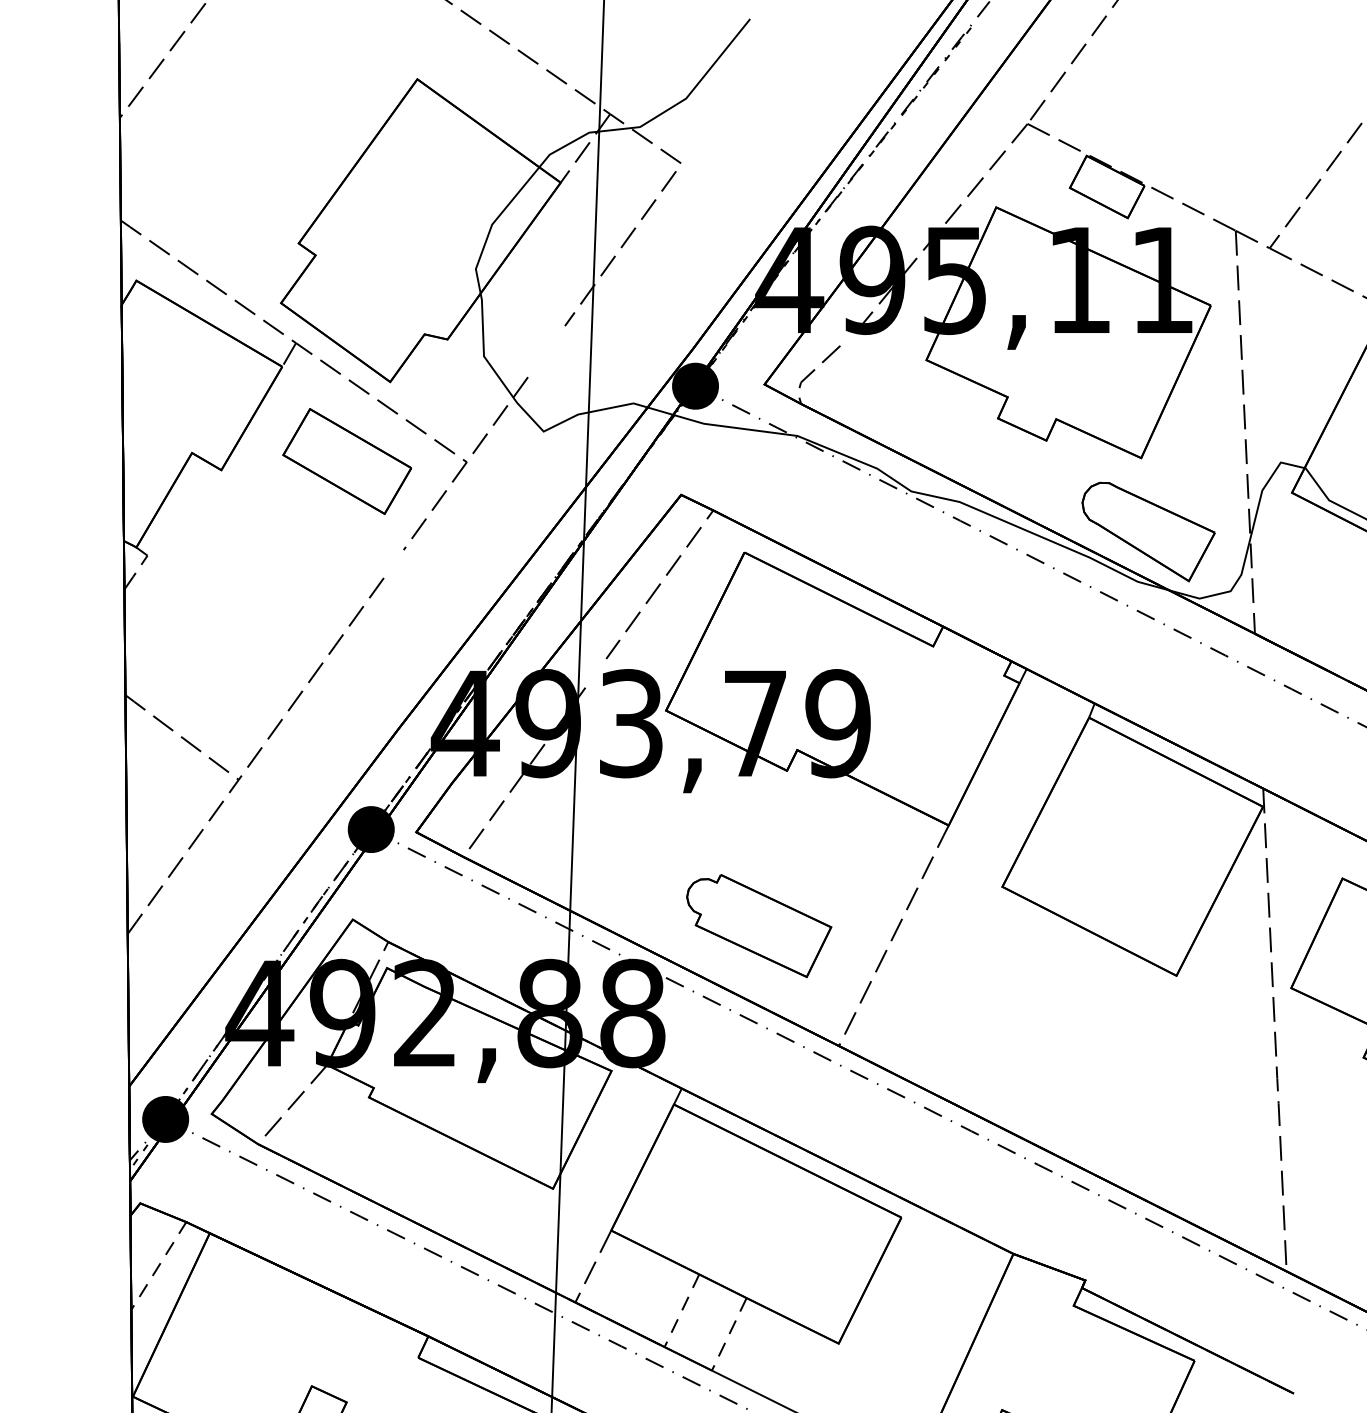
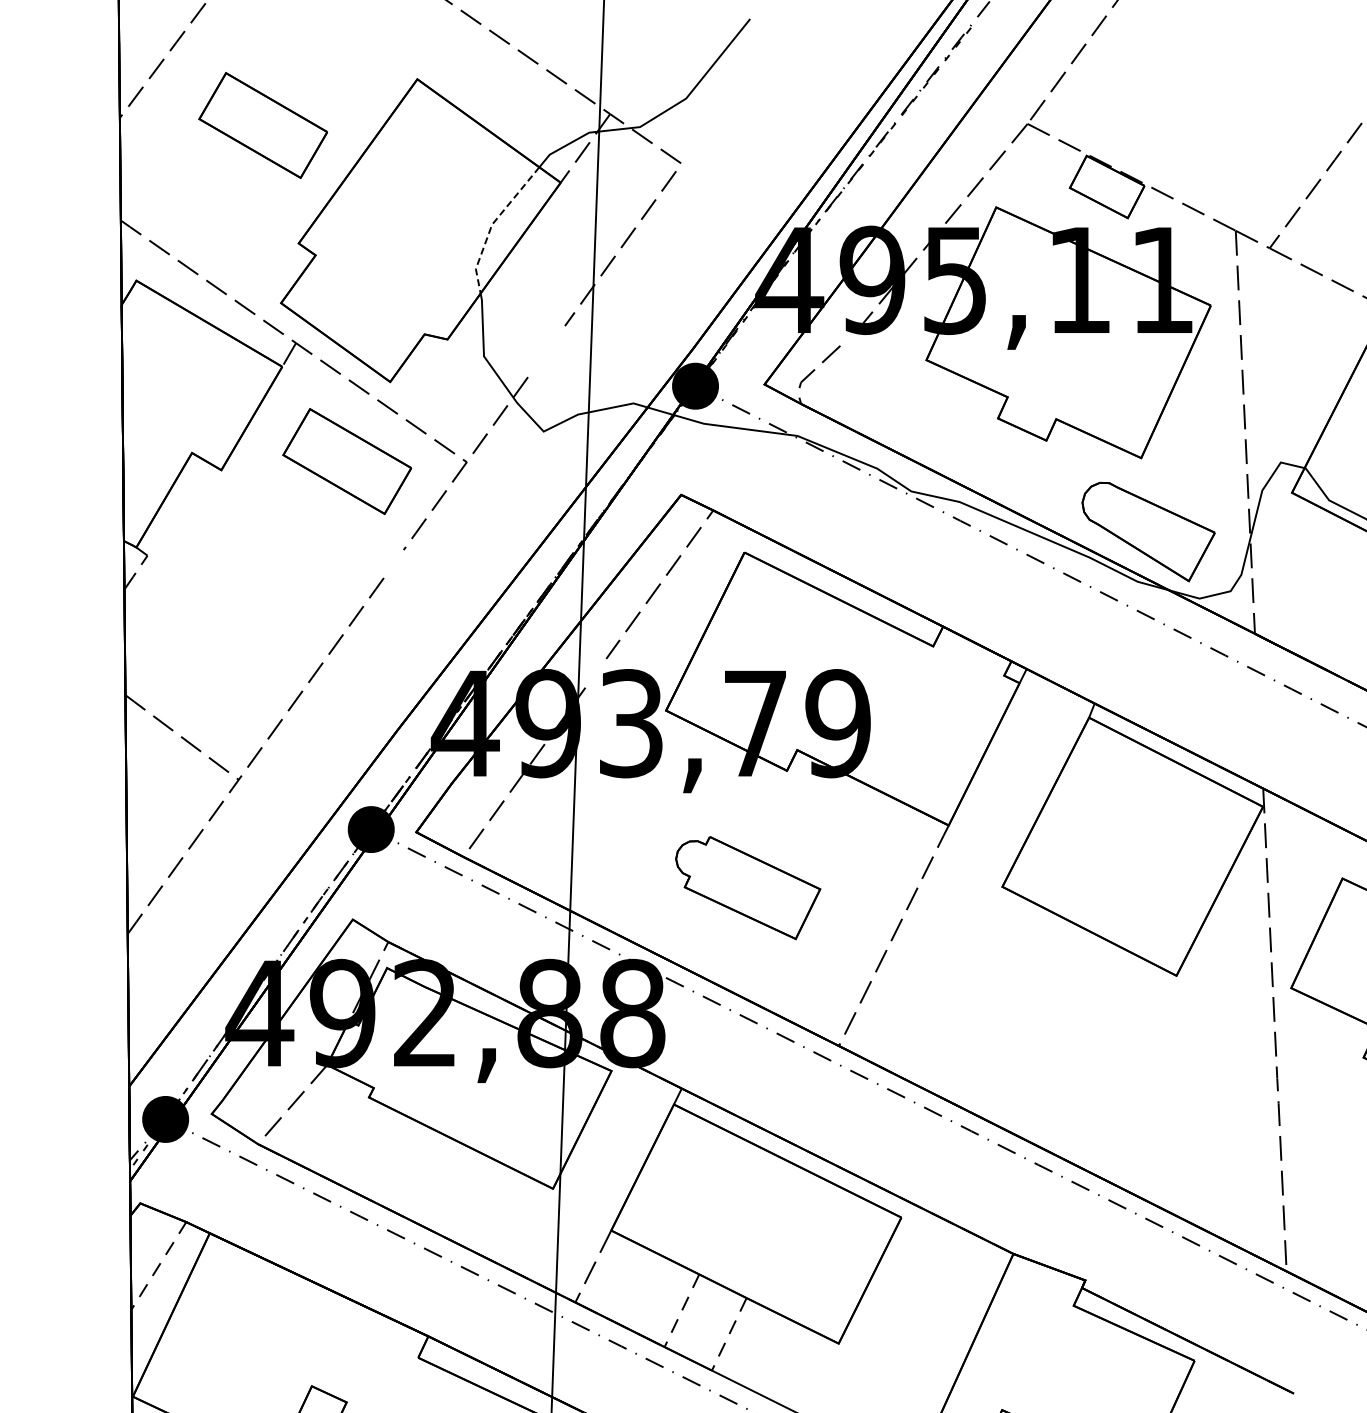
part at (262, 125): none -> present
line at (492, 224): solid -> dashed
part at (759, 926) position: (759, 926) -> (748, 888)
